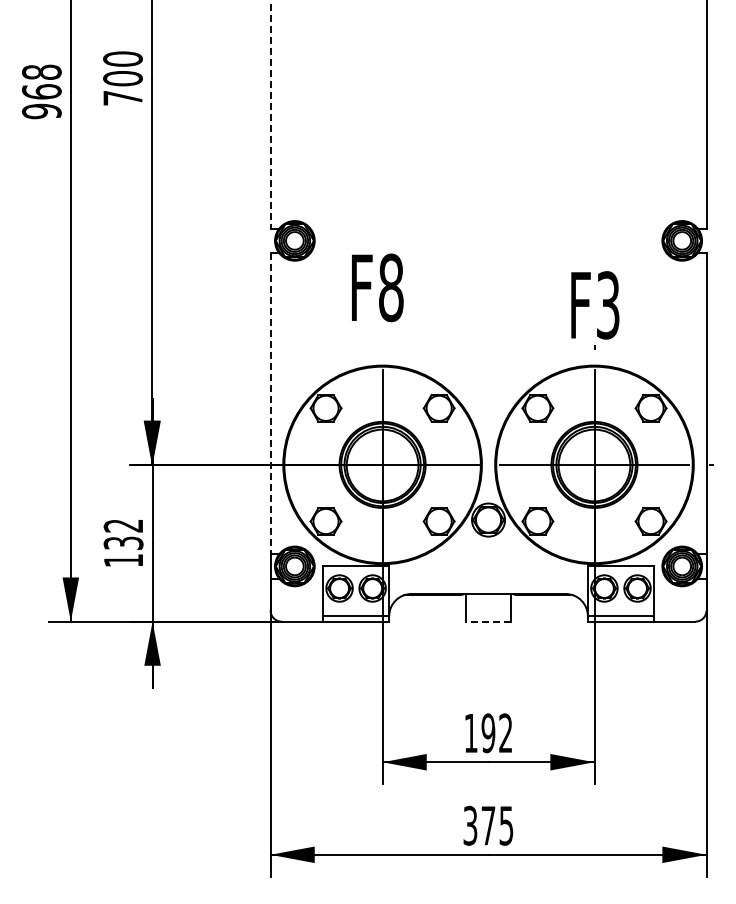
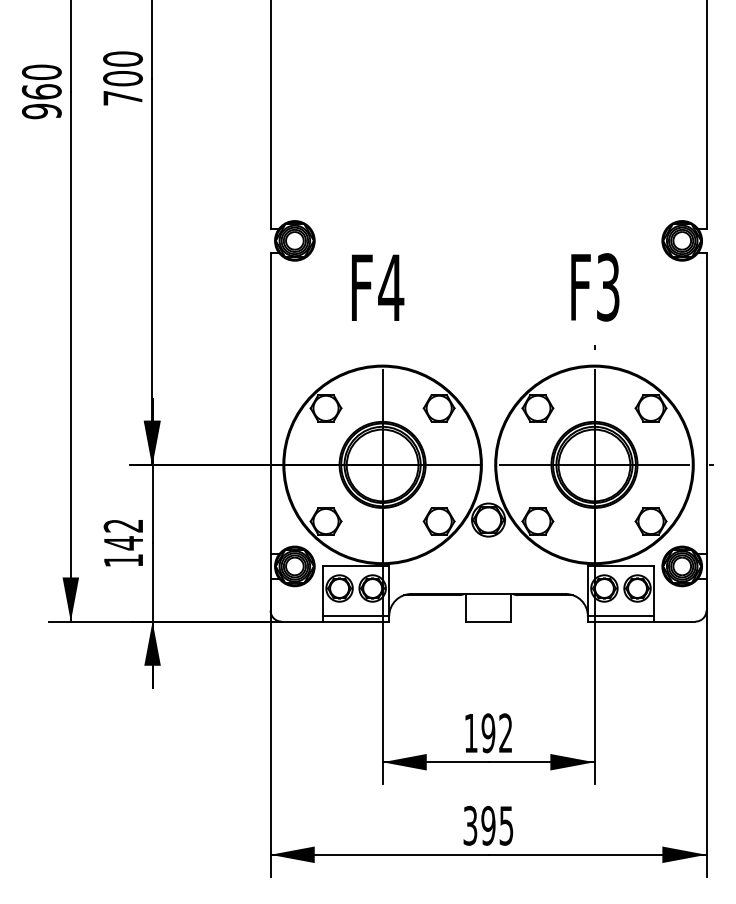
text at (41, 71): 968 -> 960
line at (270, 115): dashed -> solid
text at (391, 287): F8 -> F4
text at (595, 305) position: (595, 305) -> (595, 287)
line at (270, 403): dashed -> solid
text at (123, 543): 132 -> 142
line at (488, 621): dashed -> solid
text at (488, 825): 375 -> 395
